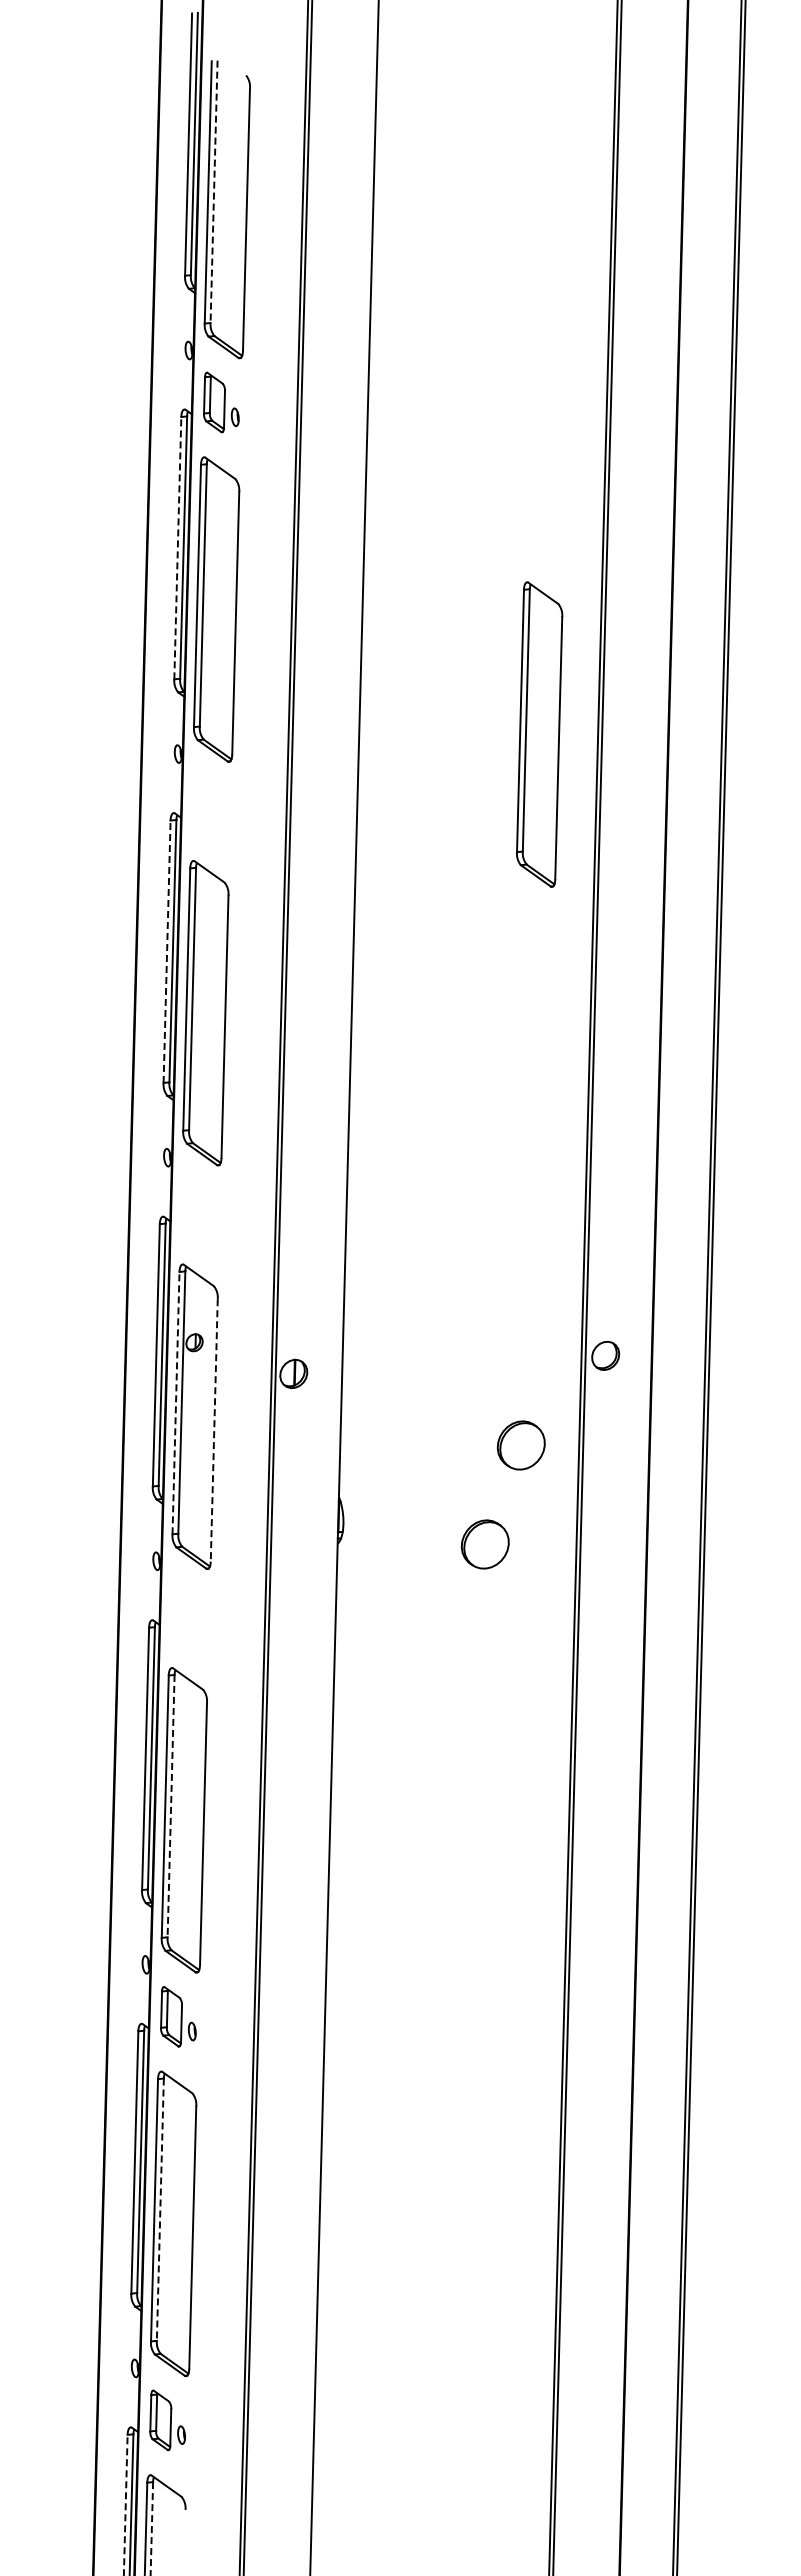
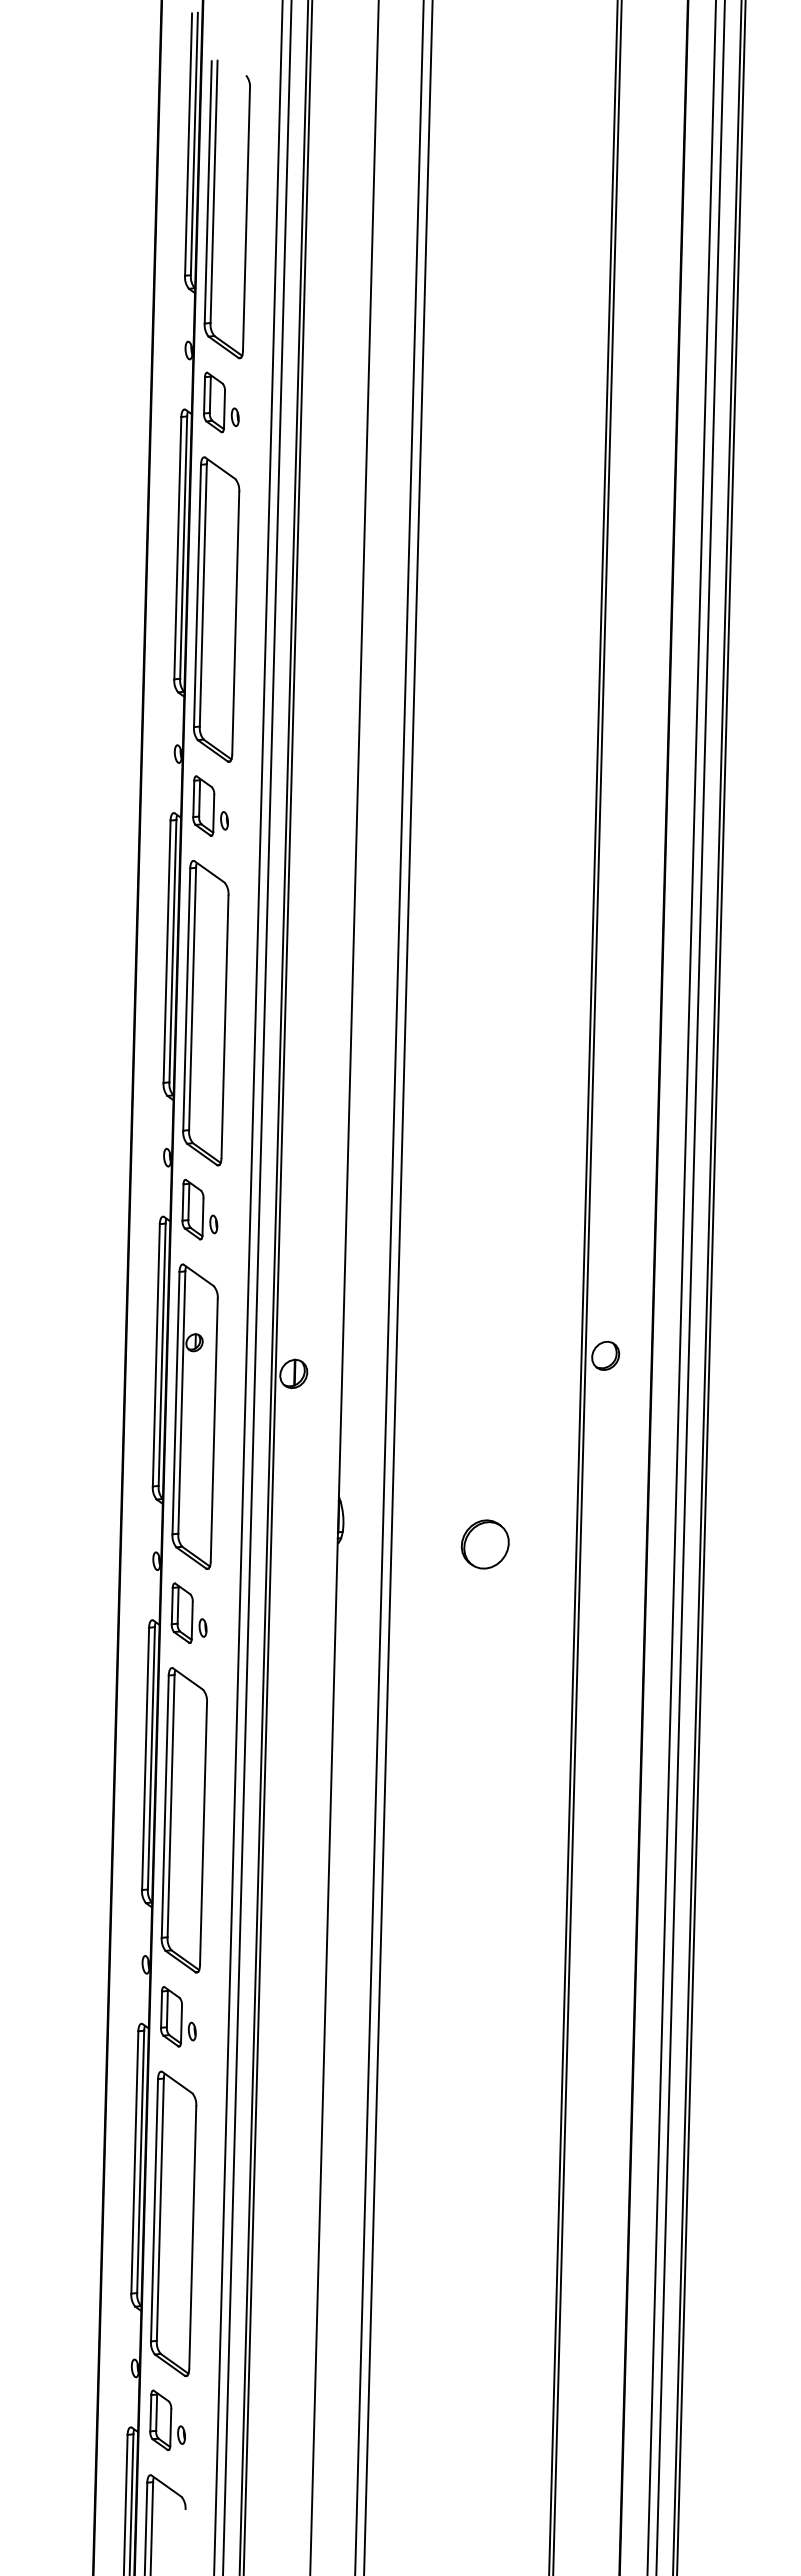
line at (214, 192): dashed -> solid
line at (177, 547): dashed -> solid
part at (539, 734): present -> none
part at (210, 805): none -> present
line at (167, 951): dashed -> solid
part at (199, 1209): none -> present
line at (248, 1287): none -> present
line at (257, 1287): none -> present
line at (389, 1287): none -> present
line at (398, 1287): none -> present
line at (681, 1287): none -> present
line at (690, 1287): none -> present
line at (176, 1402): dashed -> solid
line at (214, 1430): dashed -> solid
part at (520, 1445): present -> none
part at (188, 1612): none -> present
line at (171, 1806): dashed -> solid
line at (160, 2210): dashed -> solid
line at (125, 2504): dashed -> solid
line at (151, 2528): dashed -> solid
